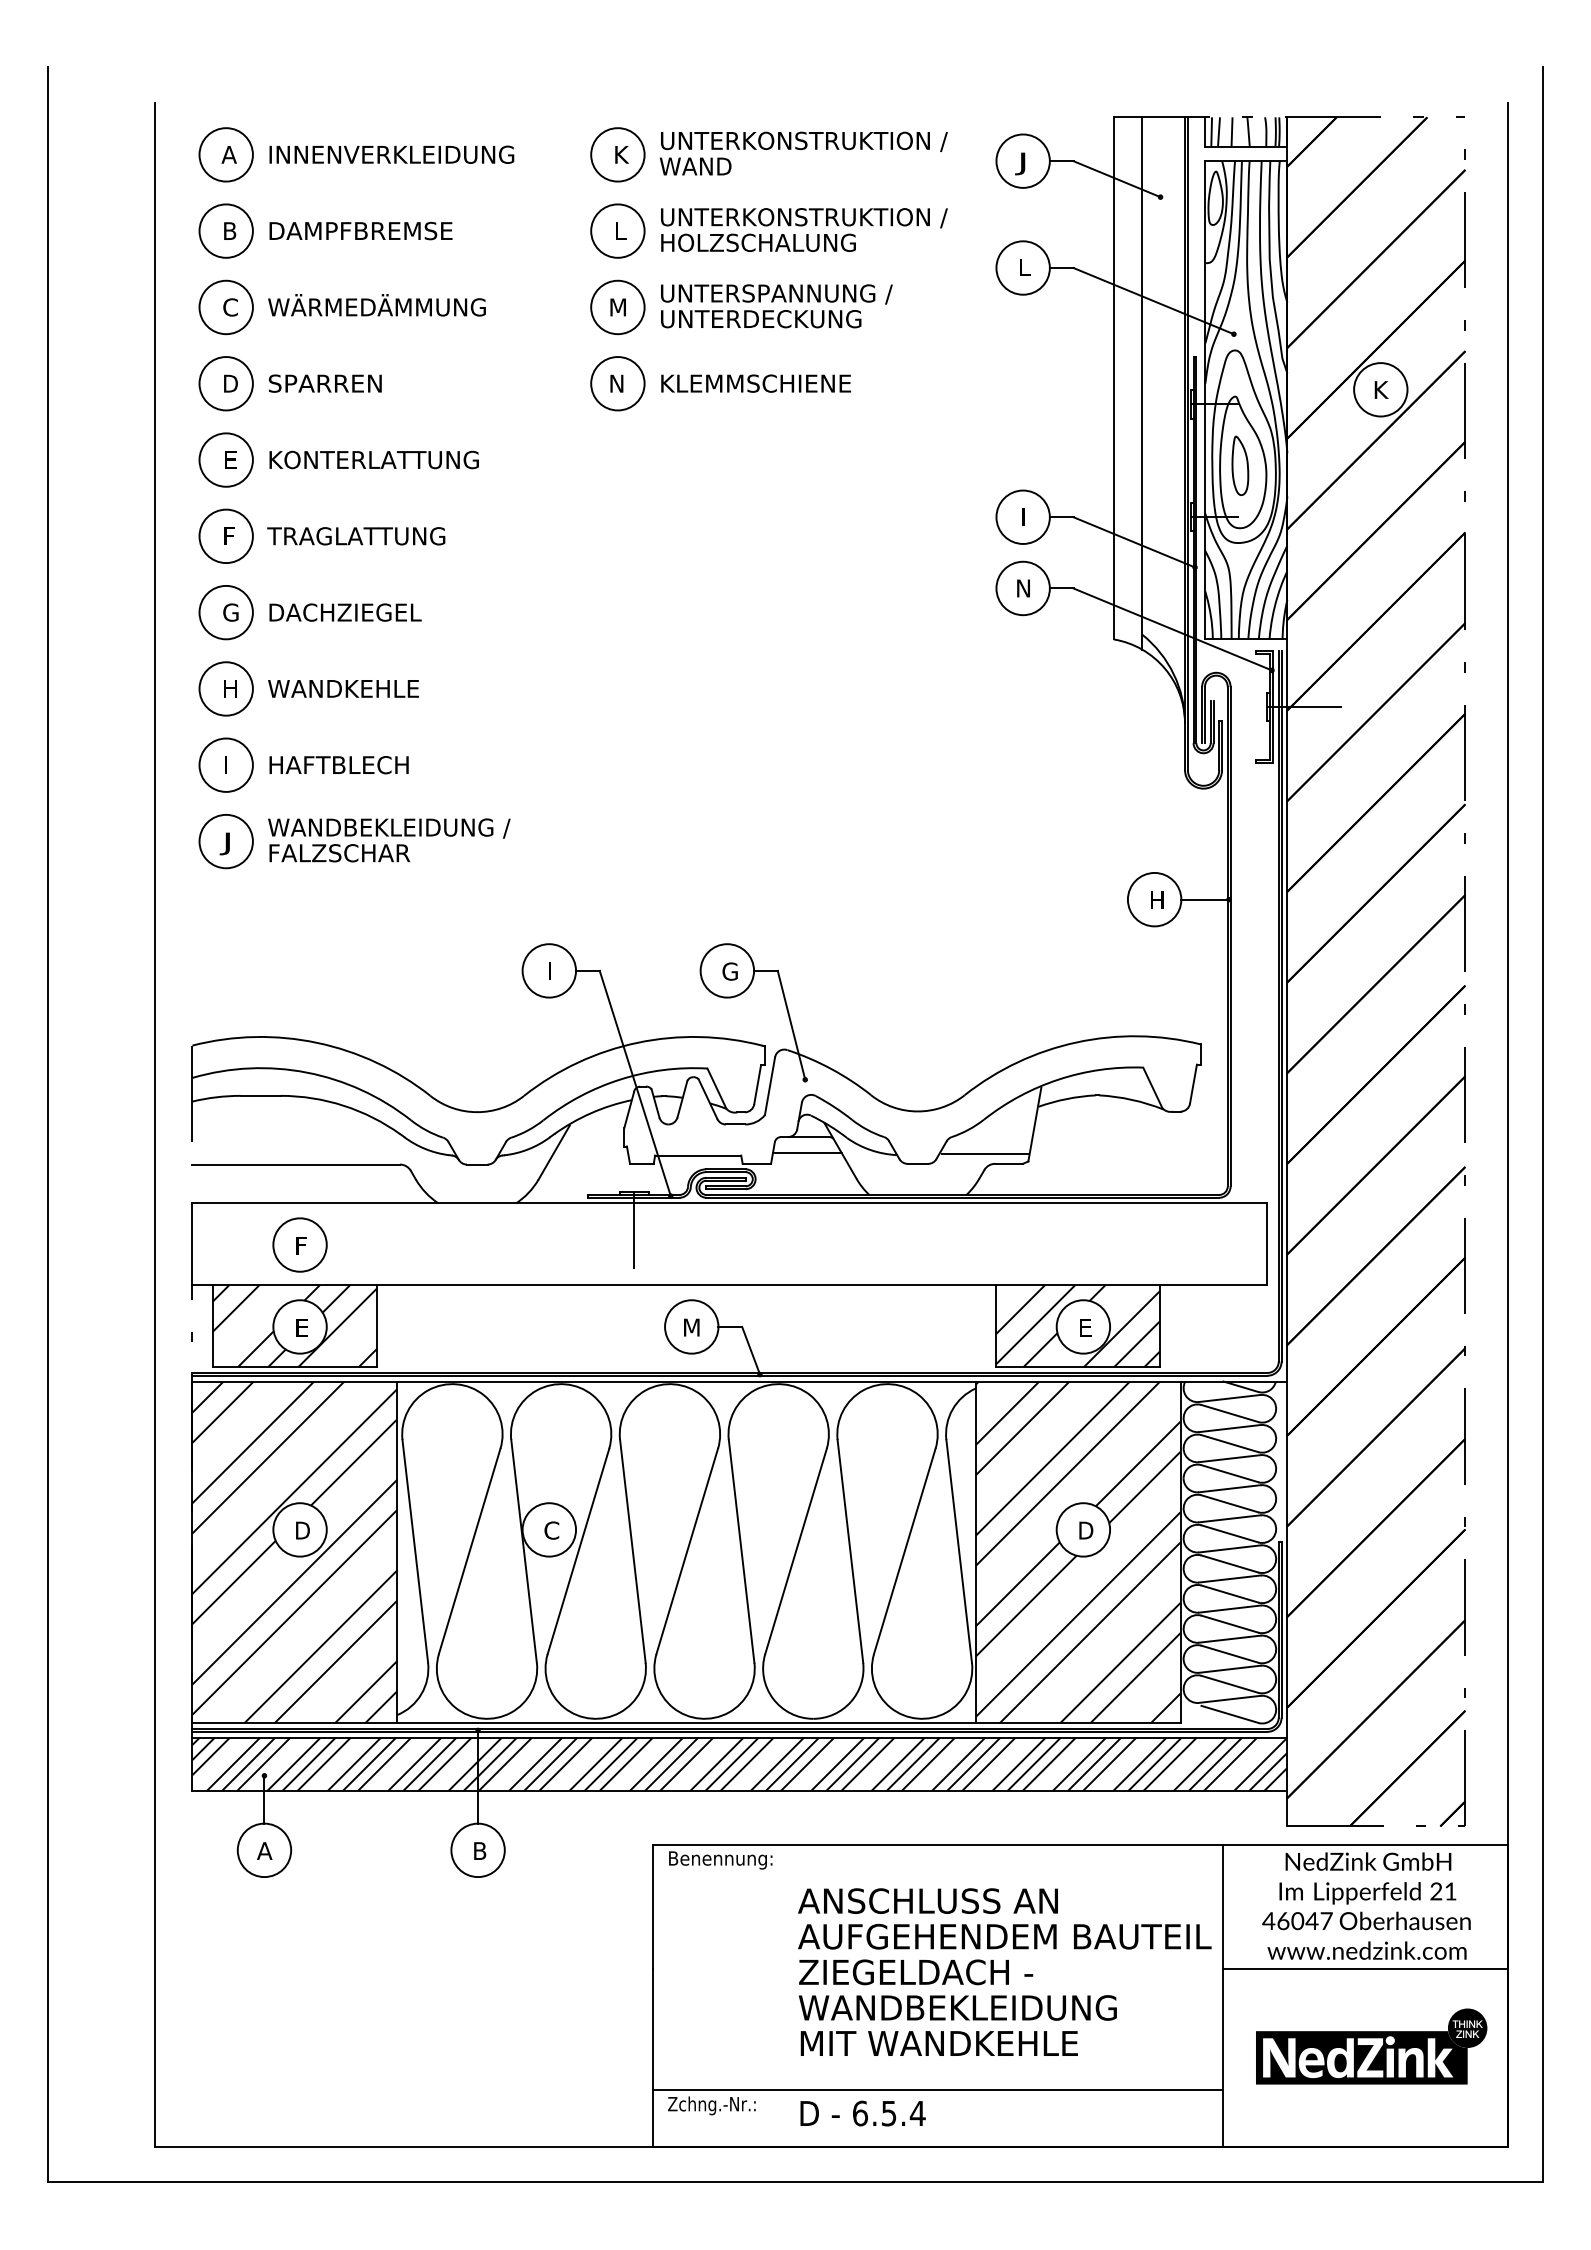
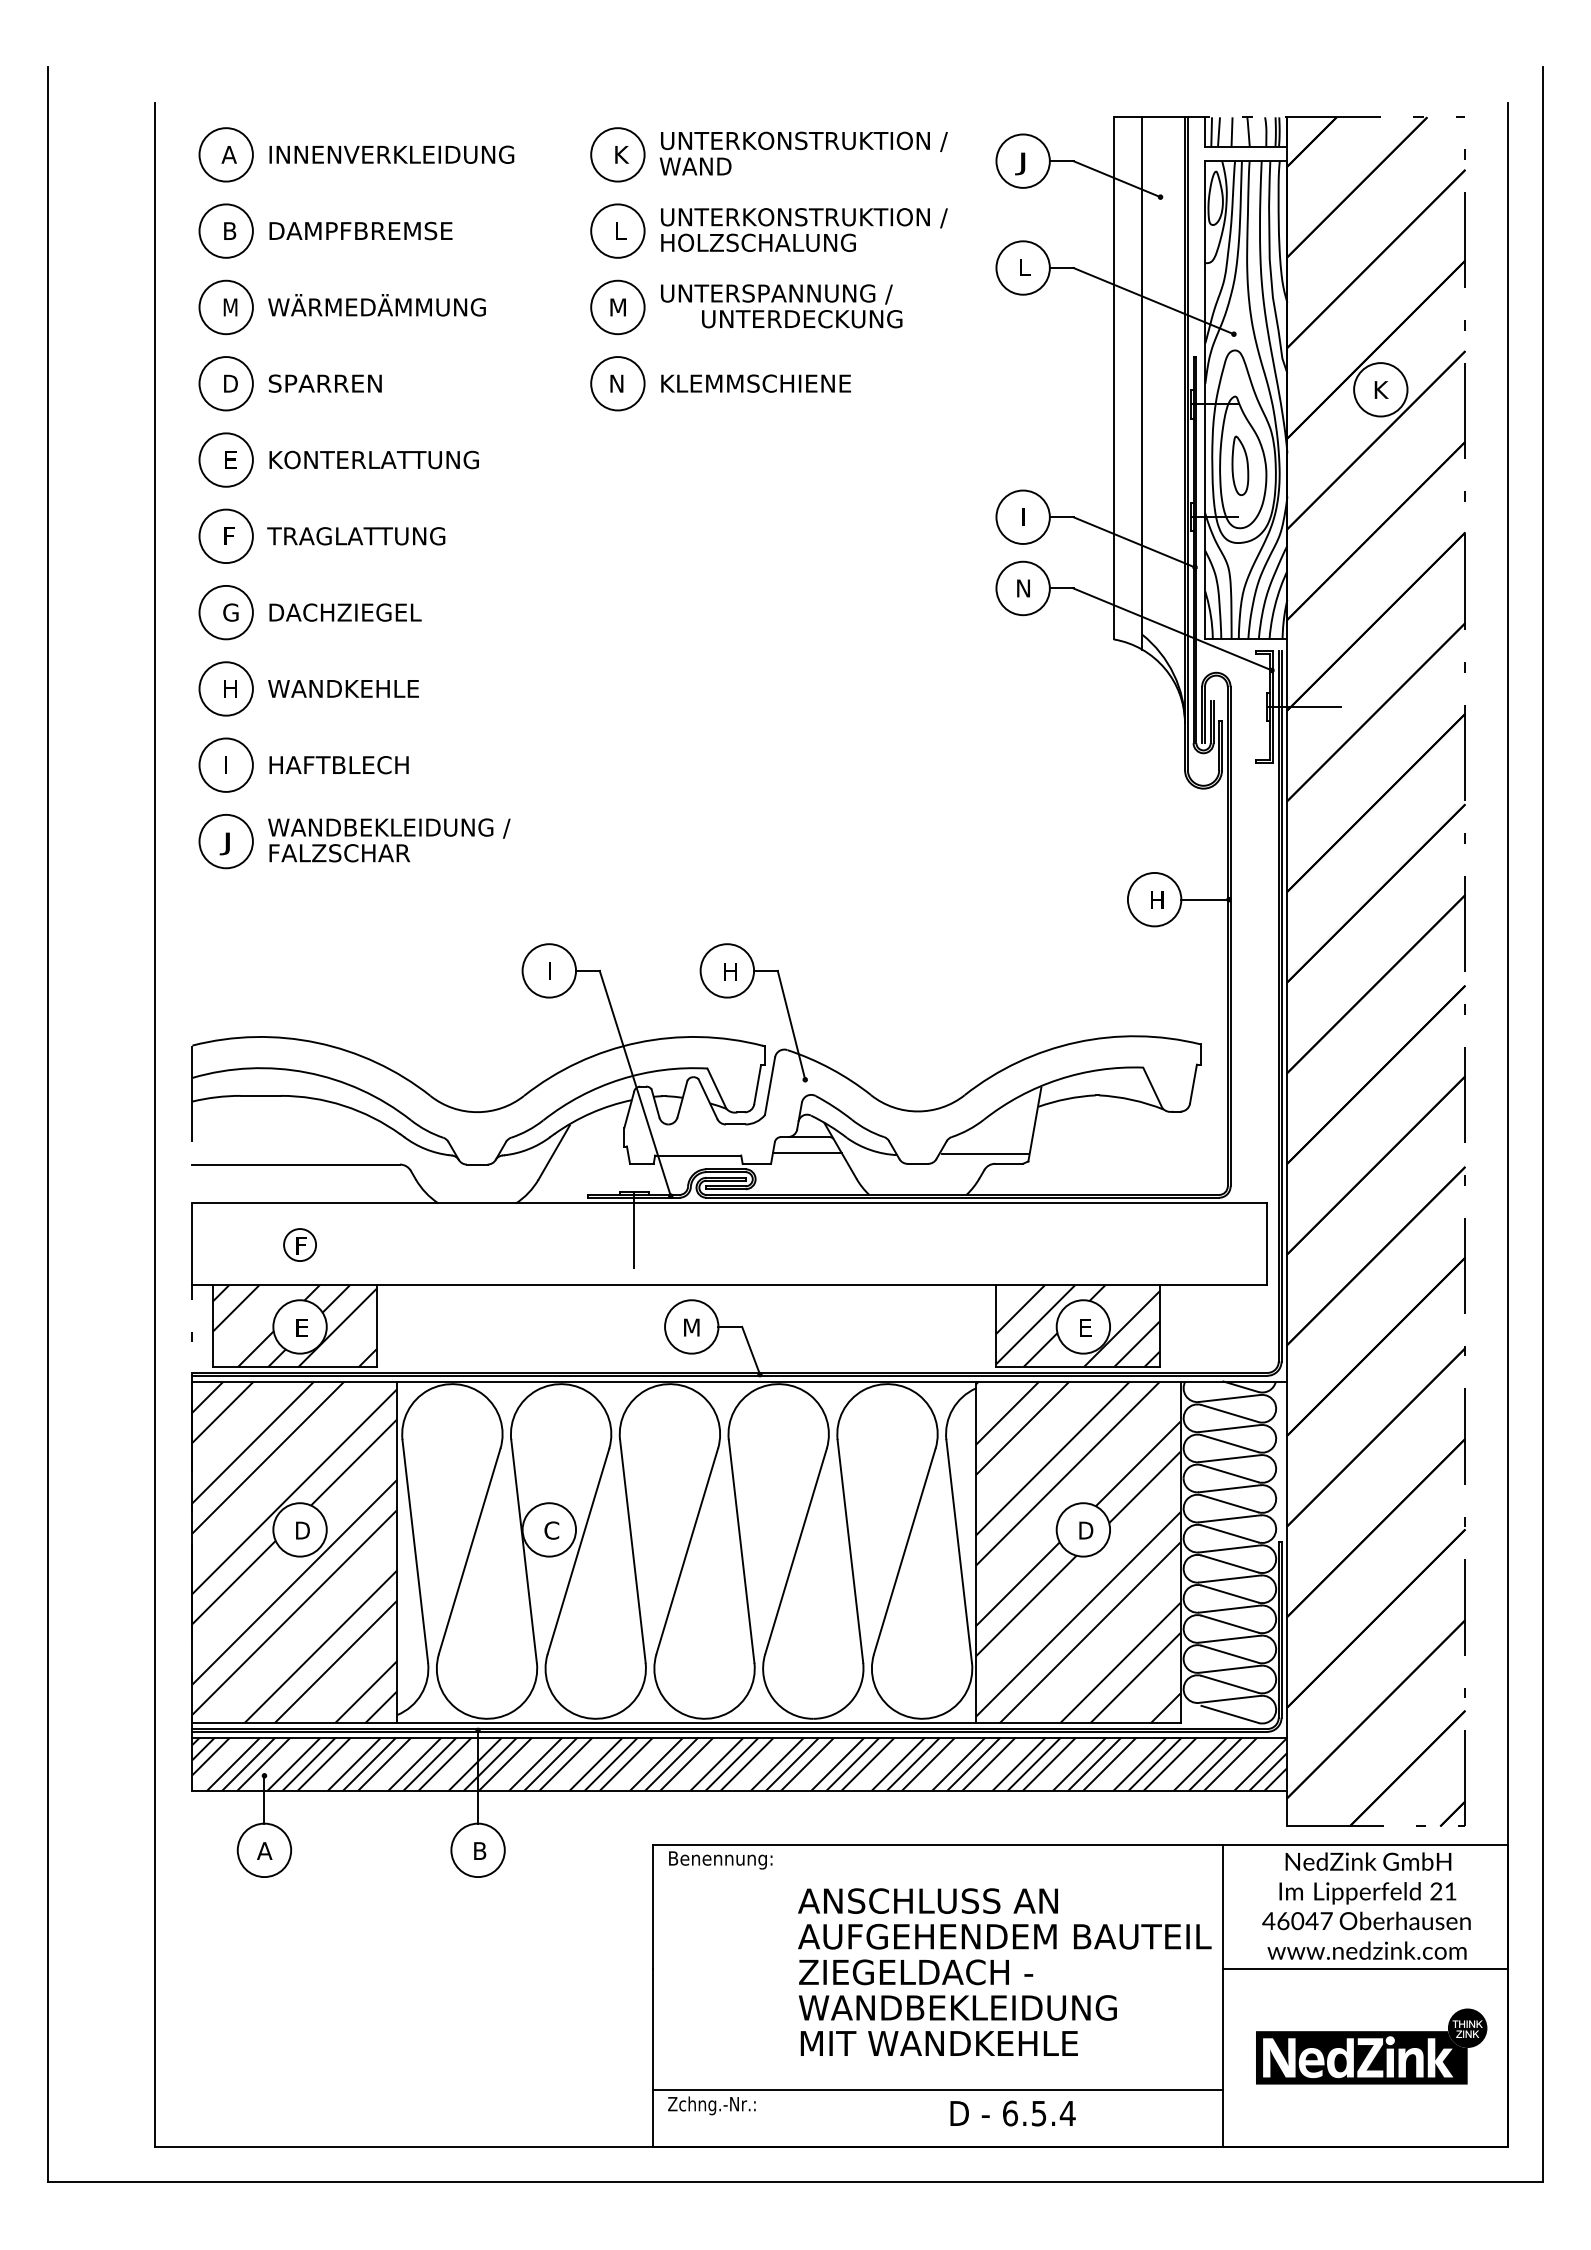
text at (230, 307): C -> M
text at (761, 319) position: (761, 319) -> (802, 319)
text at (729, 971): G -> H
circle at (299, 1244) diameter: 53 px -> 32 px
text at (862, 2113) position: (862, 2113) -> (1012, 2113)
